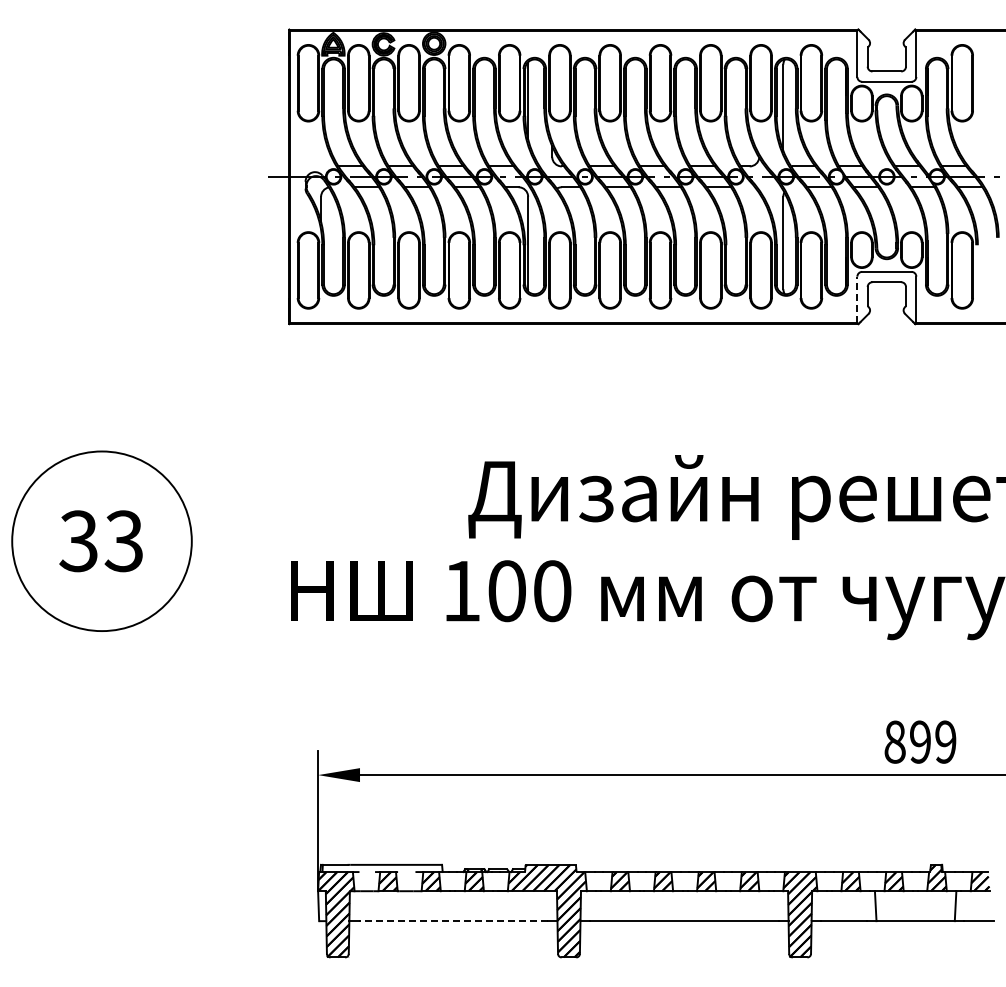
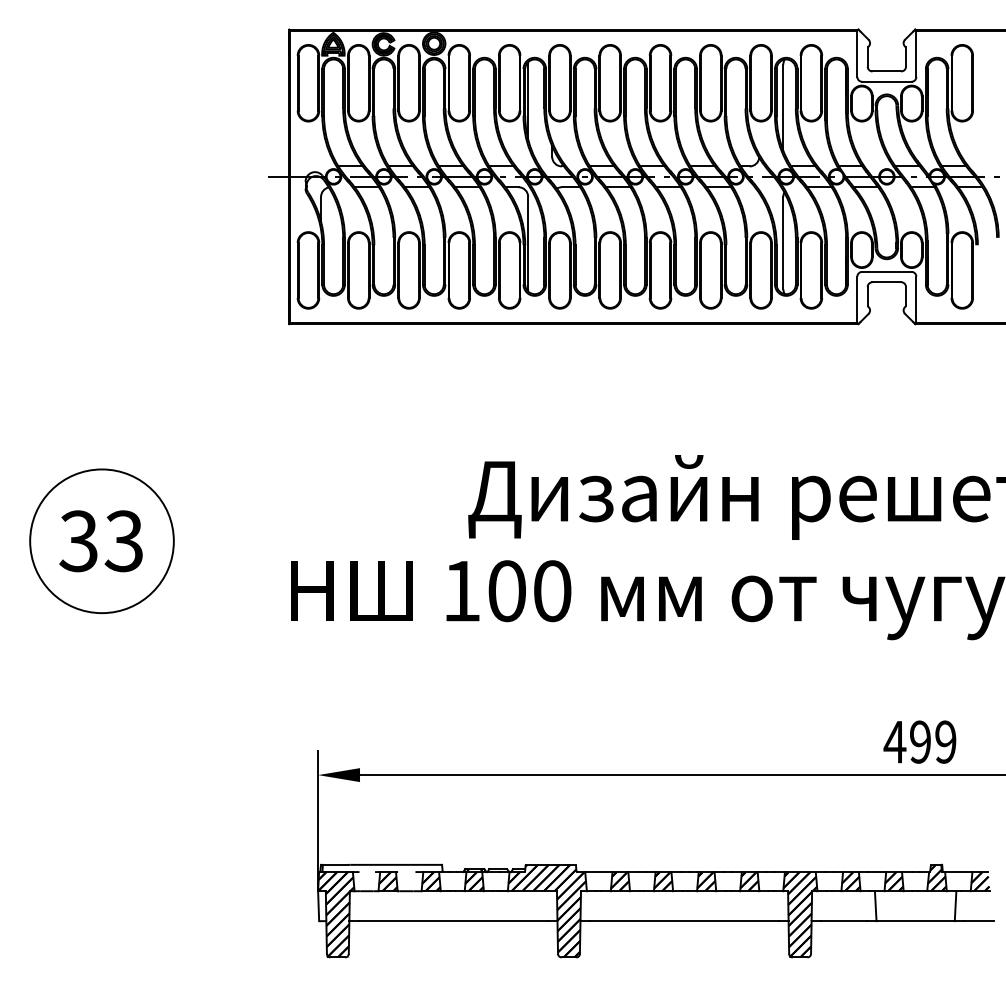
line at (857, 299): dashed -> solid
circle at (101, 541) diameter: 180 px -> 144 px
text at (894, 741): 899 -> 499
line at (452, 921): dashed -> solid
